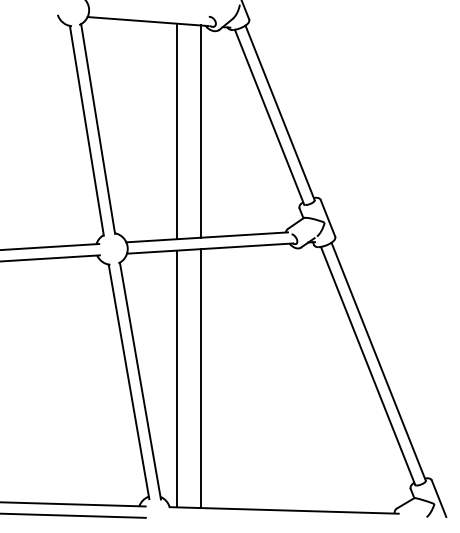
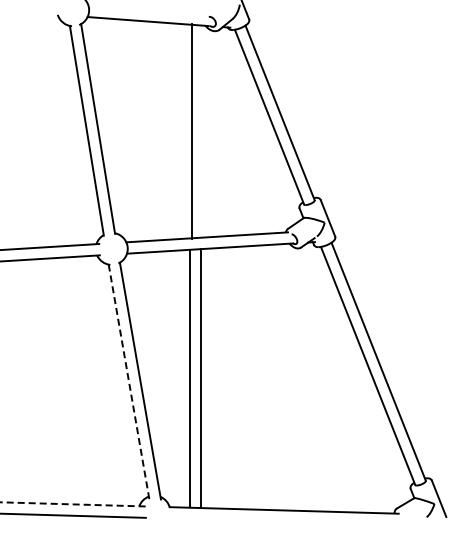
line at (177, 131) position: (177, 131) -> (192, 131)
line at (200, 131): present -> none
line at (177, 378) position: (177, 378) -> (190, 378)
line at (129, 382): solid -> dashed
line at (72, 504): solid -> dashed
